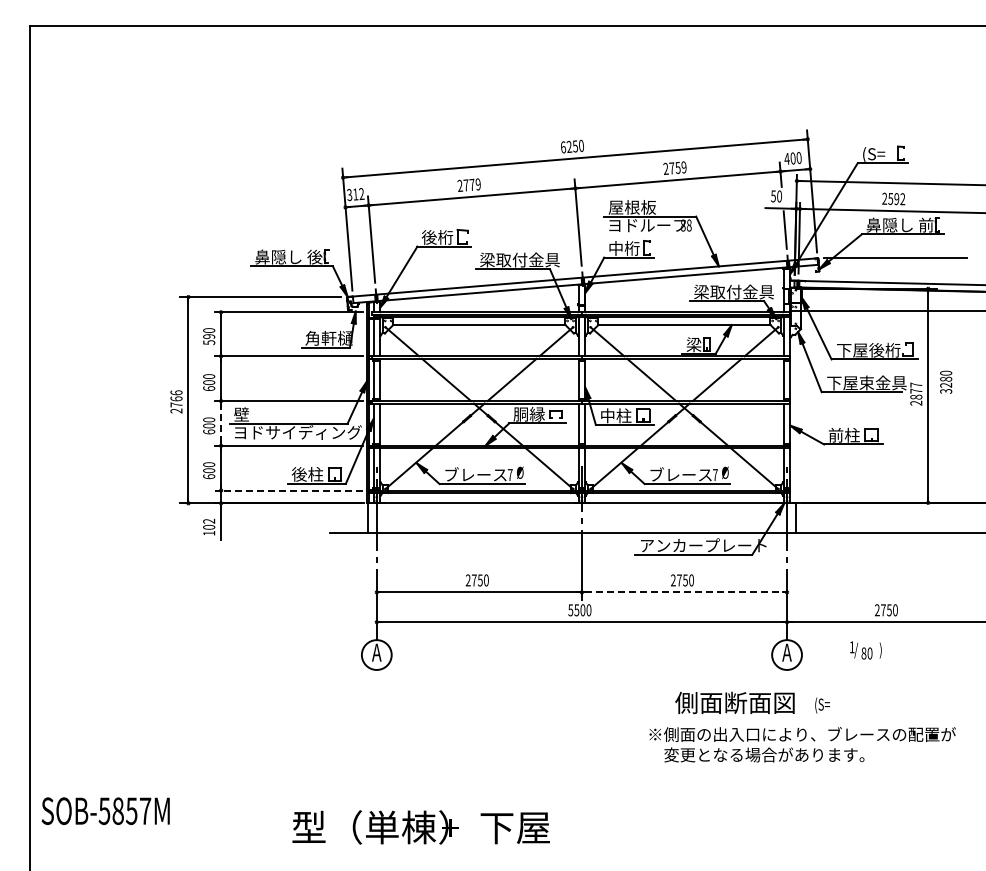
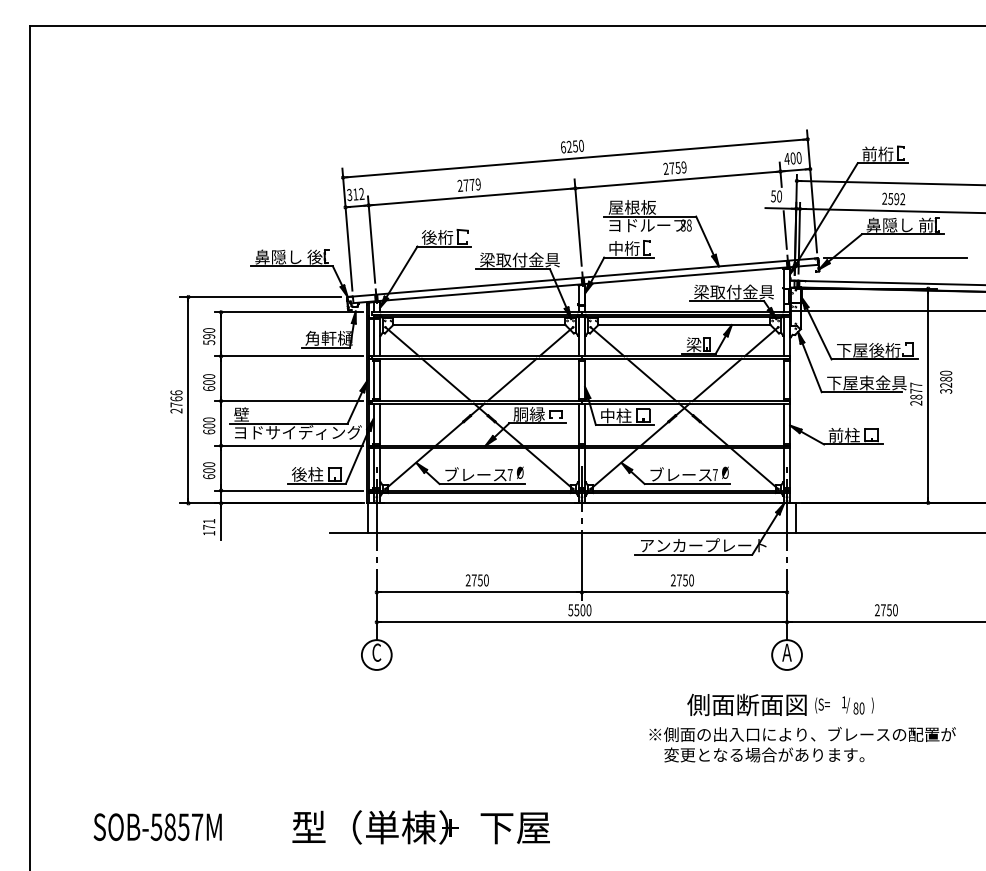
text at (877, 153): (S= -> 前桁
line at (221, 422): dashed -> solid
line at (289, 490): dashed -> solid
text at (209, 523): 102 -> 171
line at (684, 592): dashed -> solid
text at (865, 650) position: (865, 650) -> (857, 705)
text at (376, 652): A -> C
text at (734, 702) position: (734, 702) -> (746, 704)
text at (105, 810) position: (105, 810) -> (157, 826)
